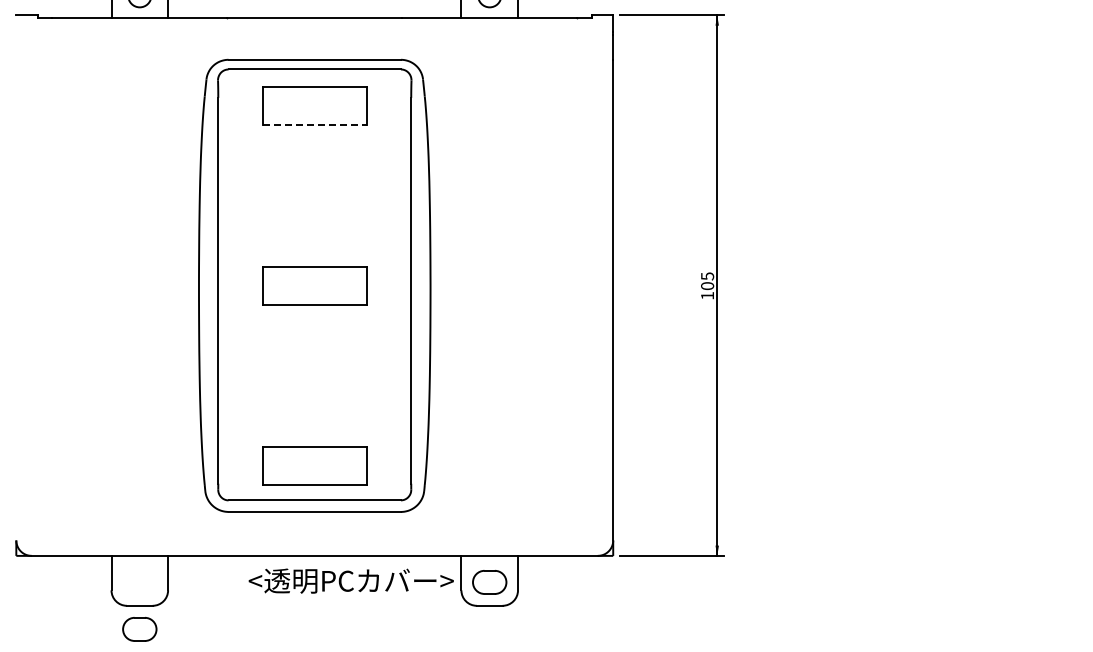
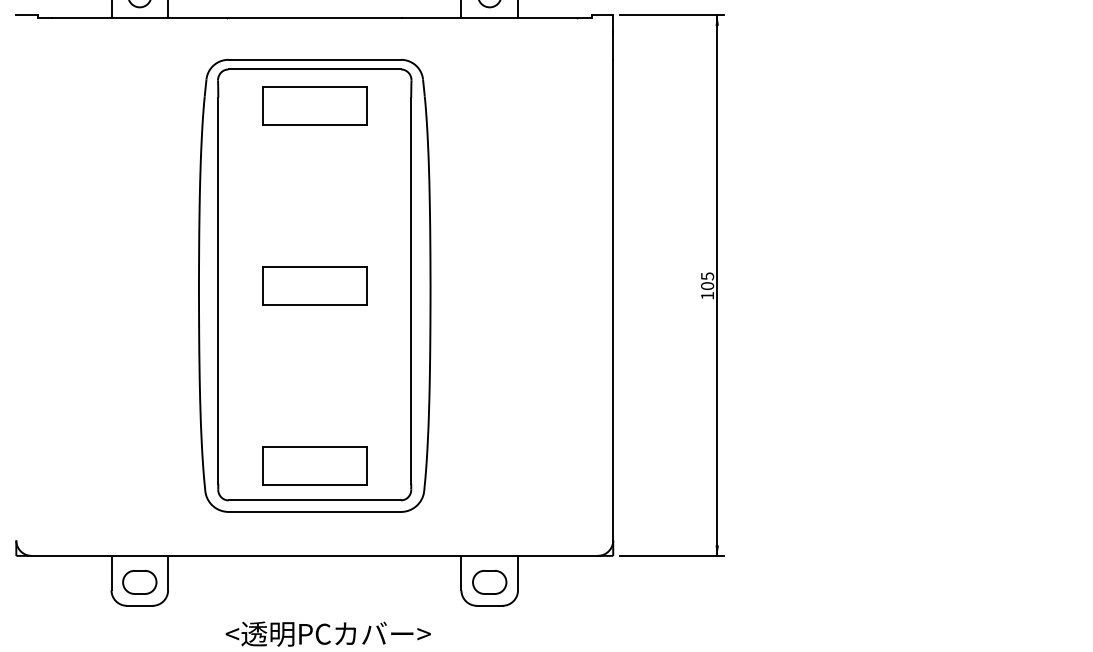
line at (314, 124): dashed -> solid
text at (350, 580) position: (350, 580) -> (327, 633)
part at (139, 629) position: (139, 629) -> (139, 582)
